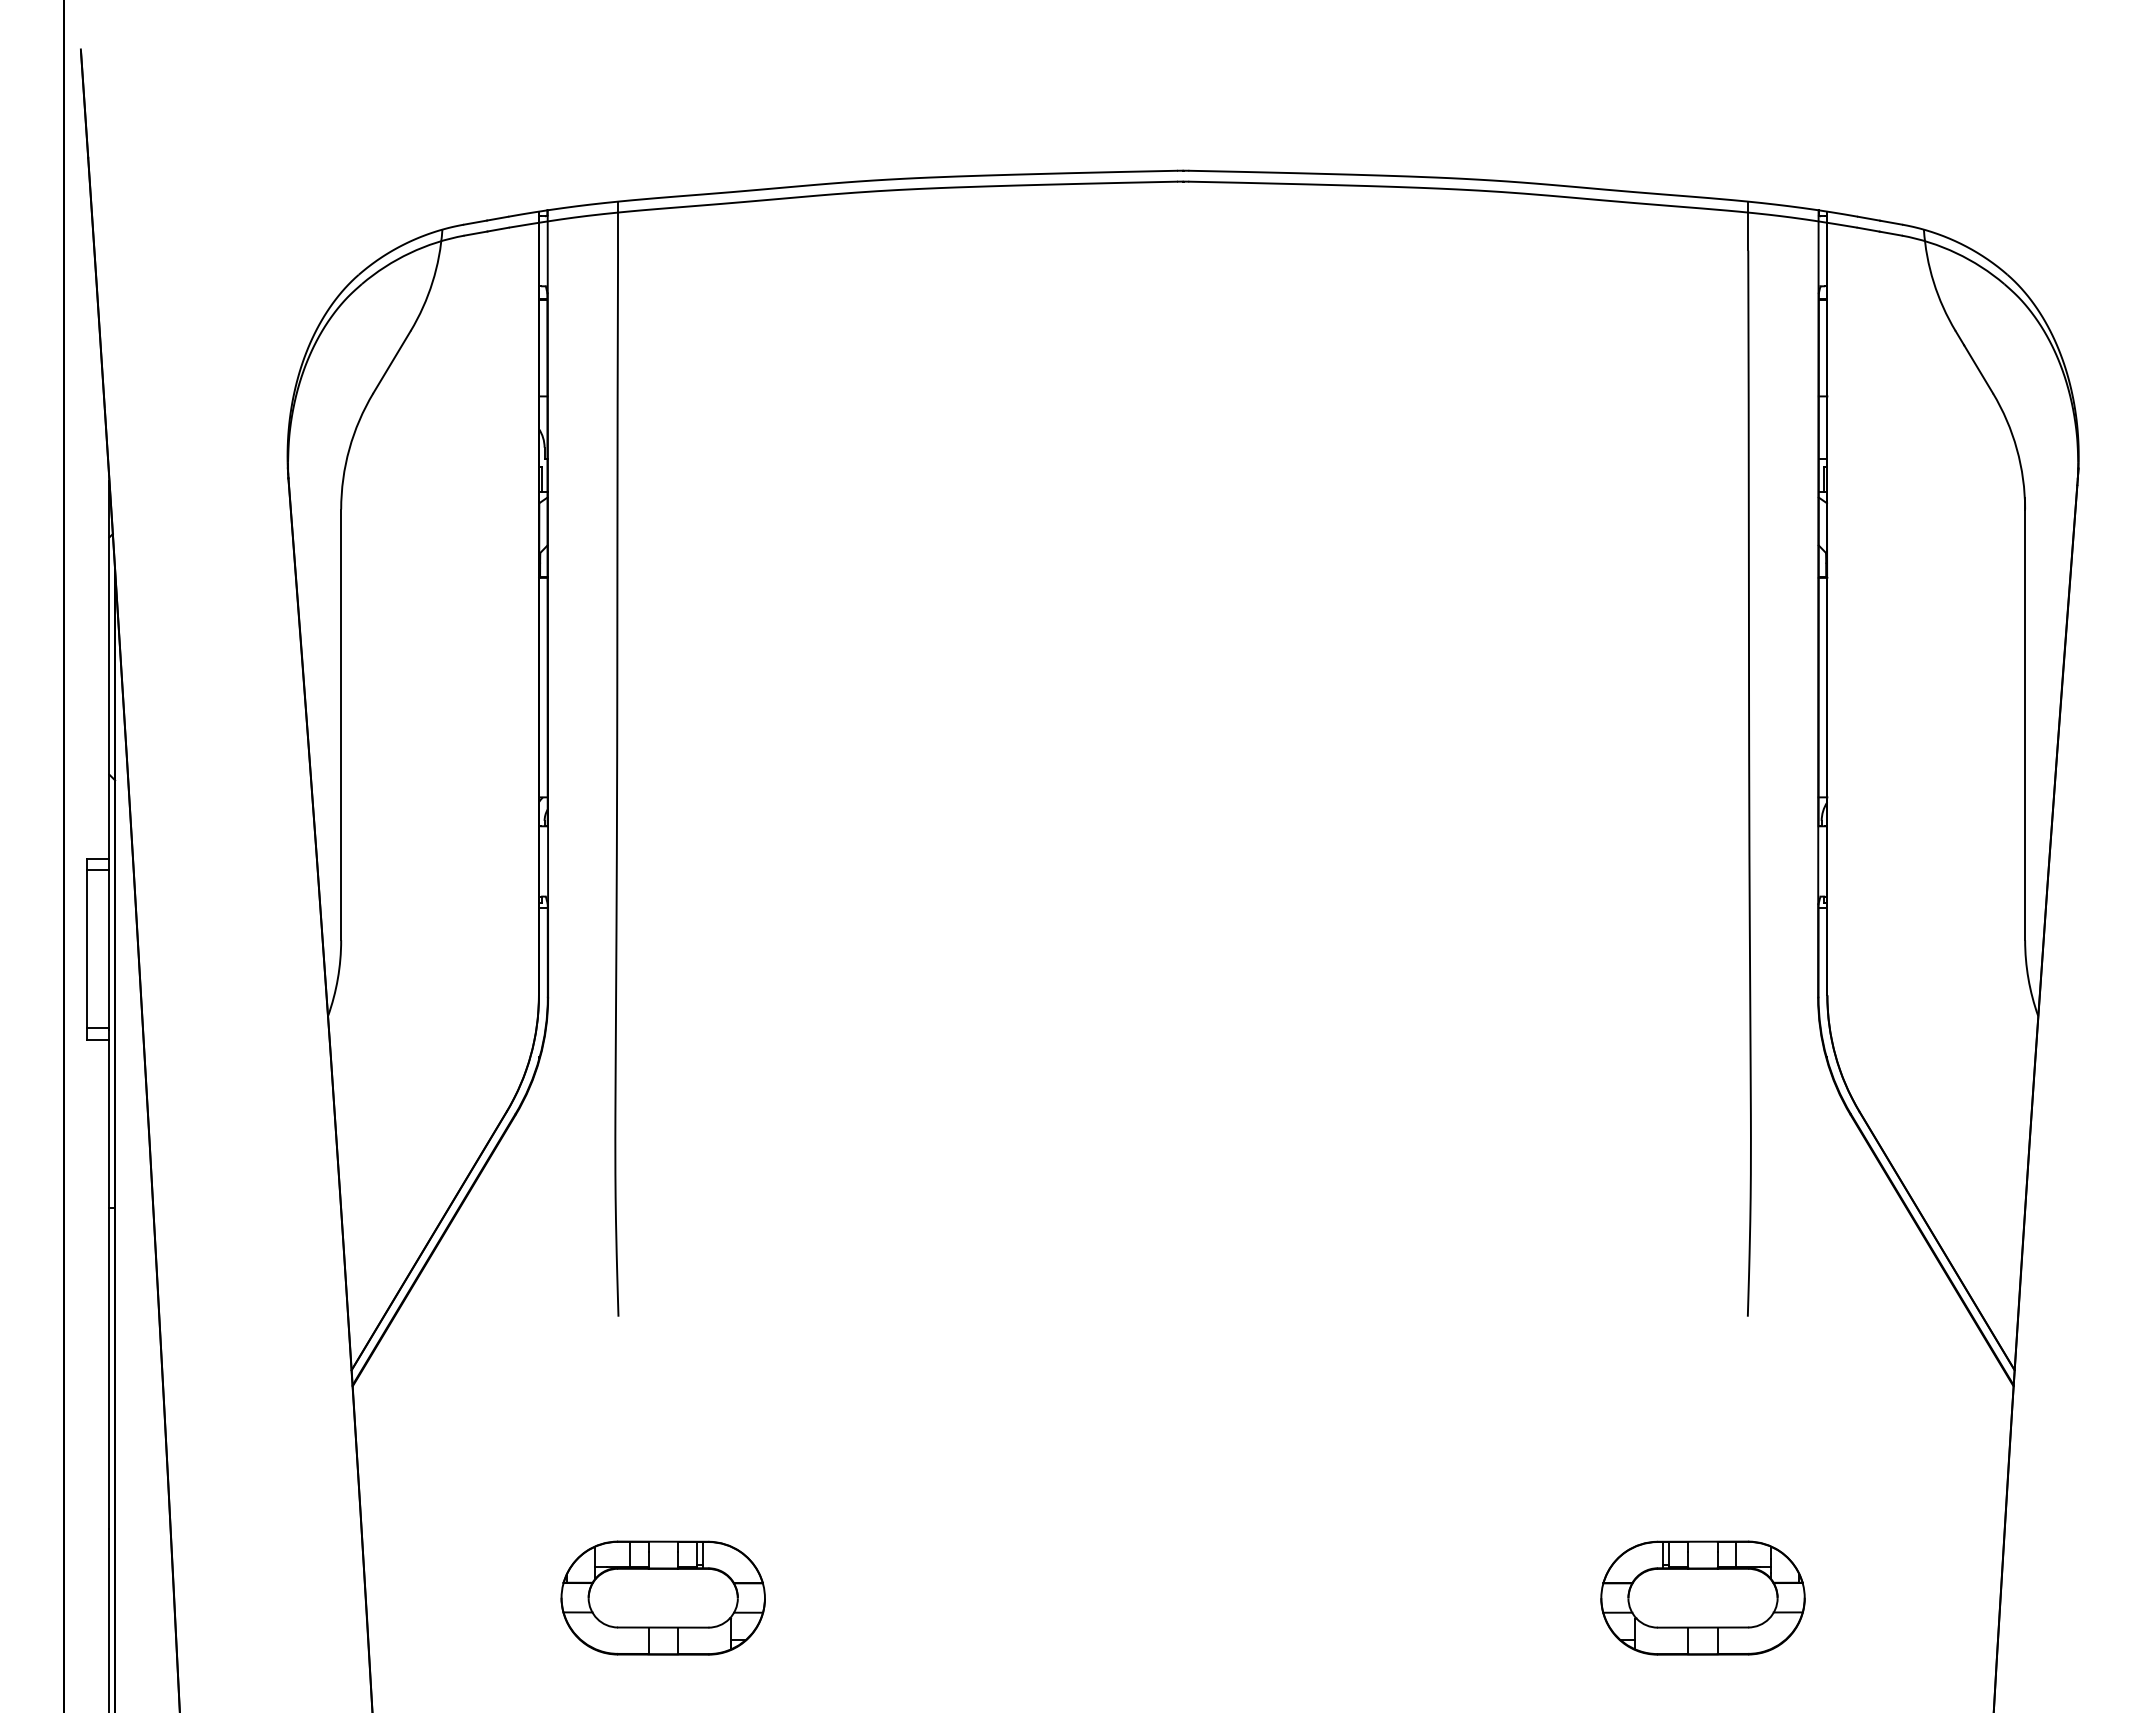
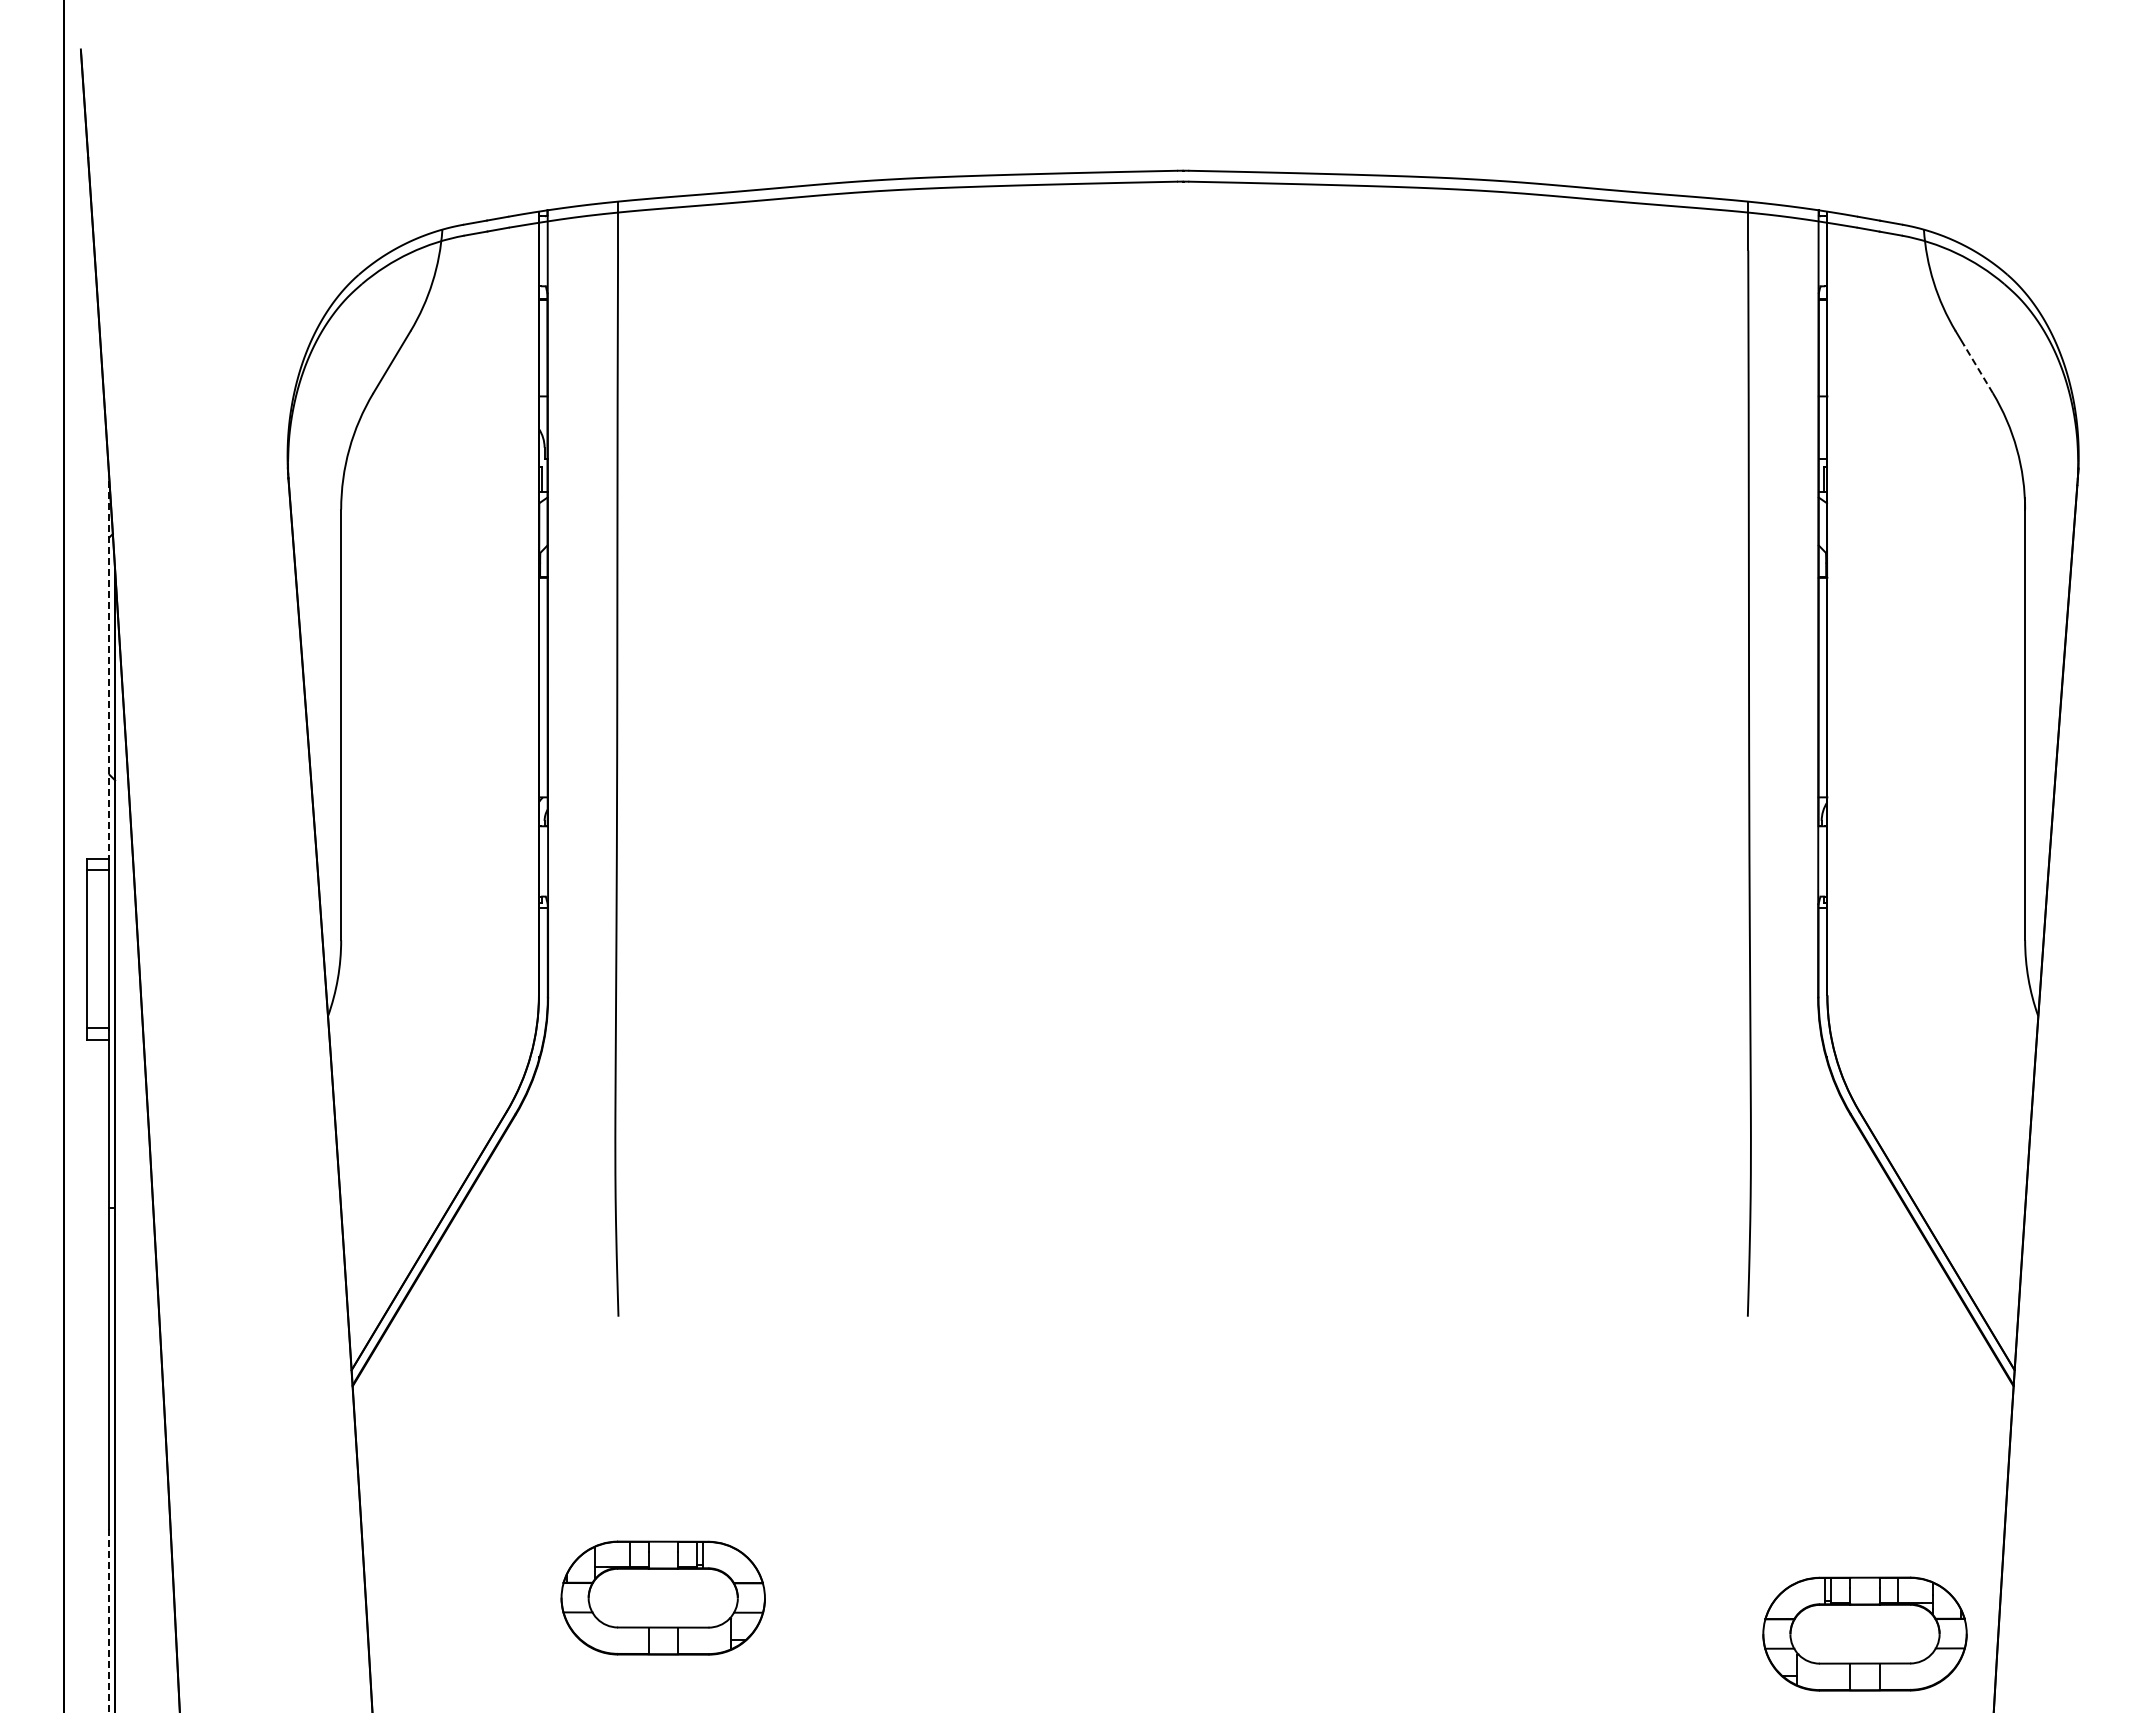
line at (1978, 369): solid -> dashed
line at (109, 670): solid -> dashed
part at (1702, 1597) position: (1702, 1597) -> (1864, 1633)
line at (109, 1620): solid -> dashed
